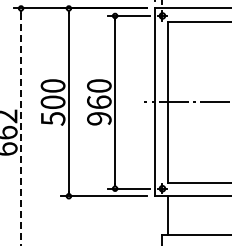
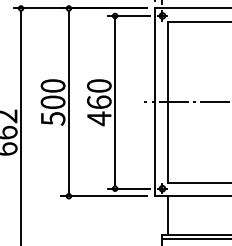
text at (99, 118): 960 -> 460
line at (21, 129): dashed -> solid
line at (195, 239): none -> present
